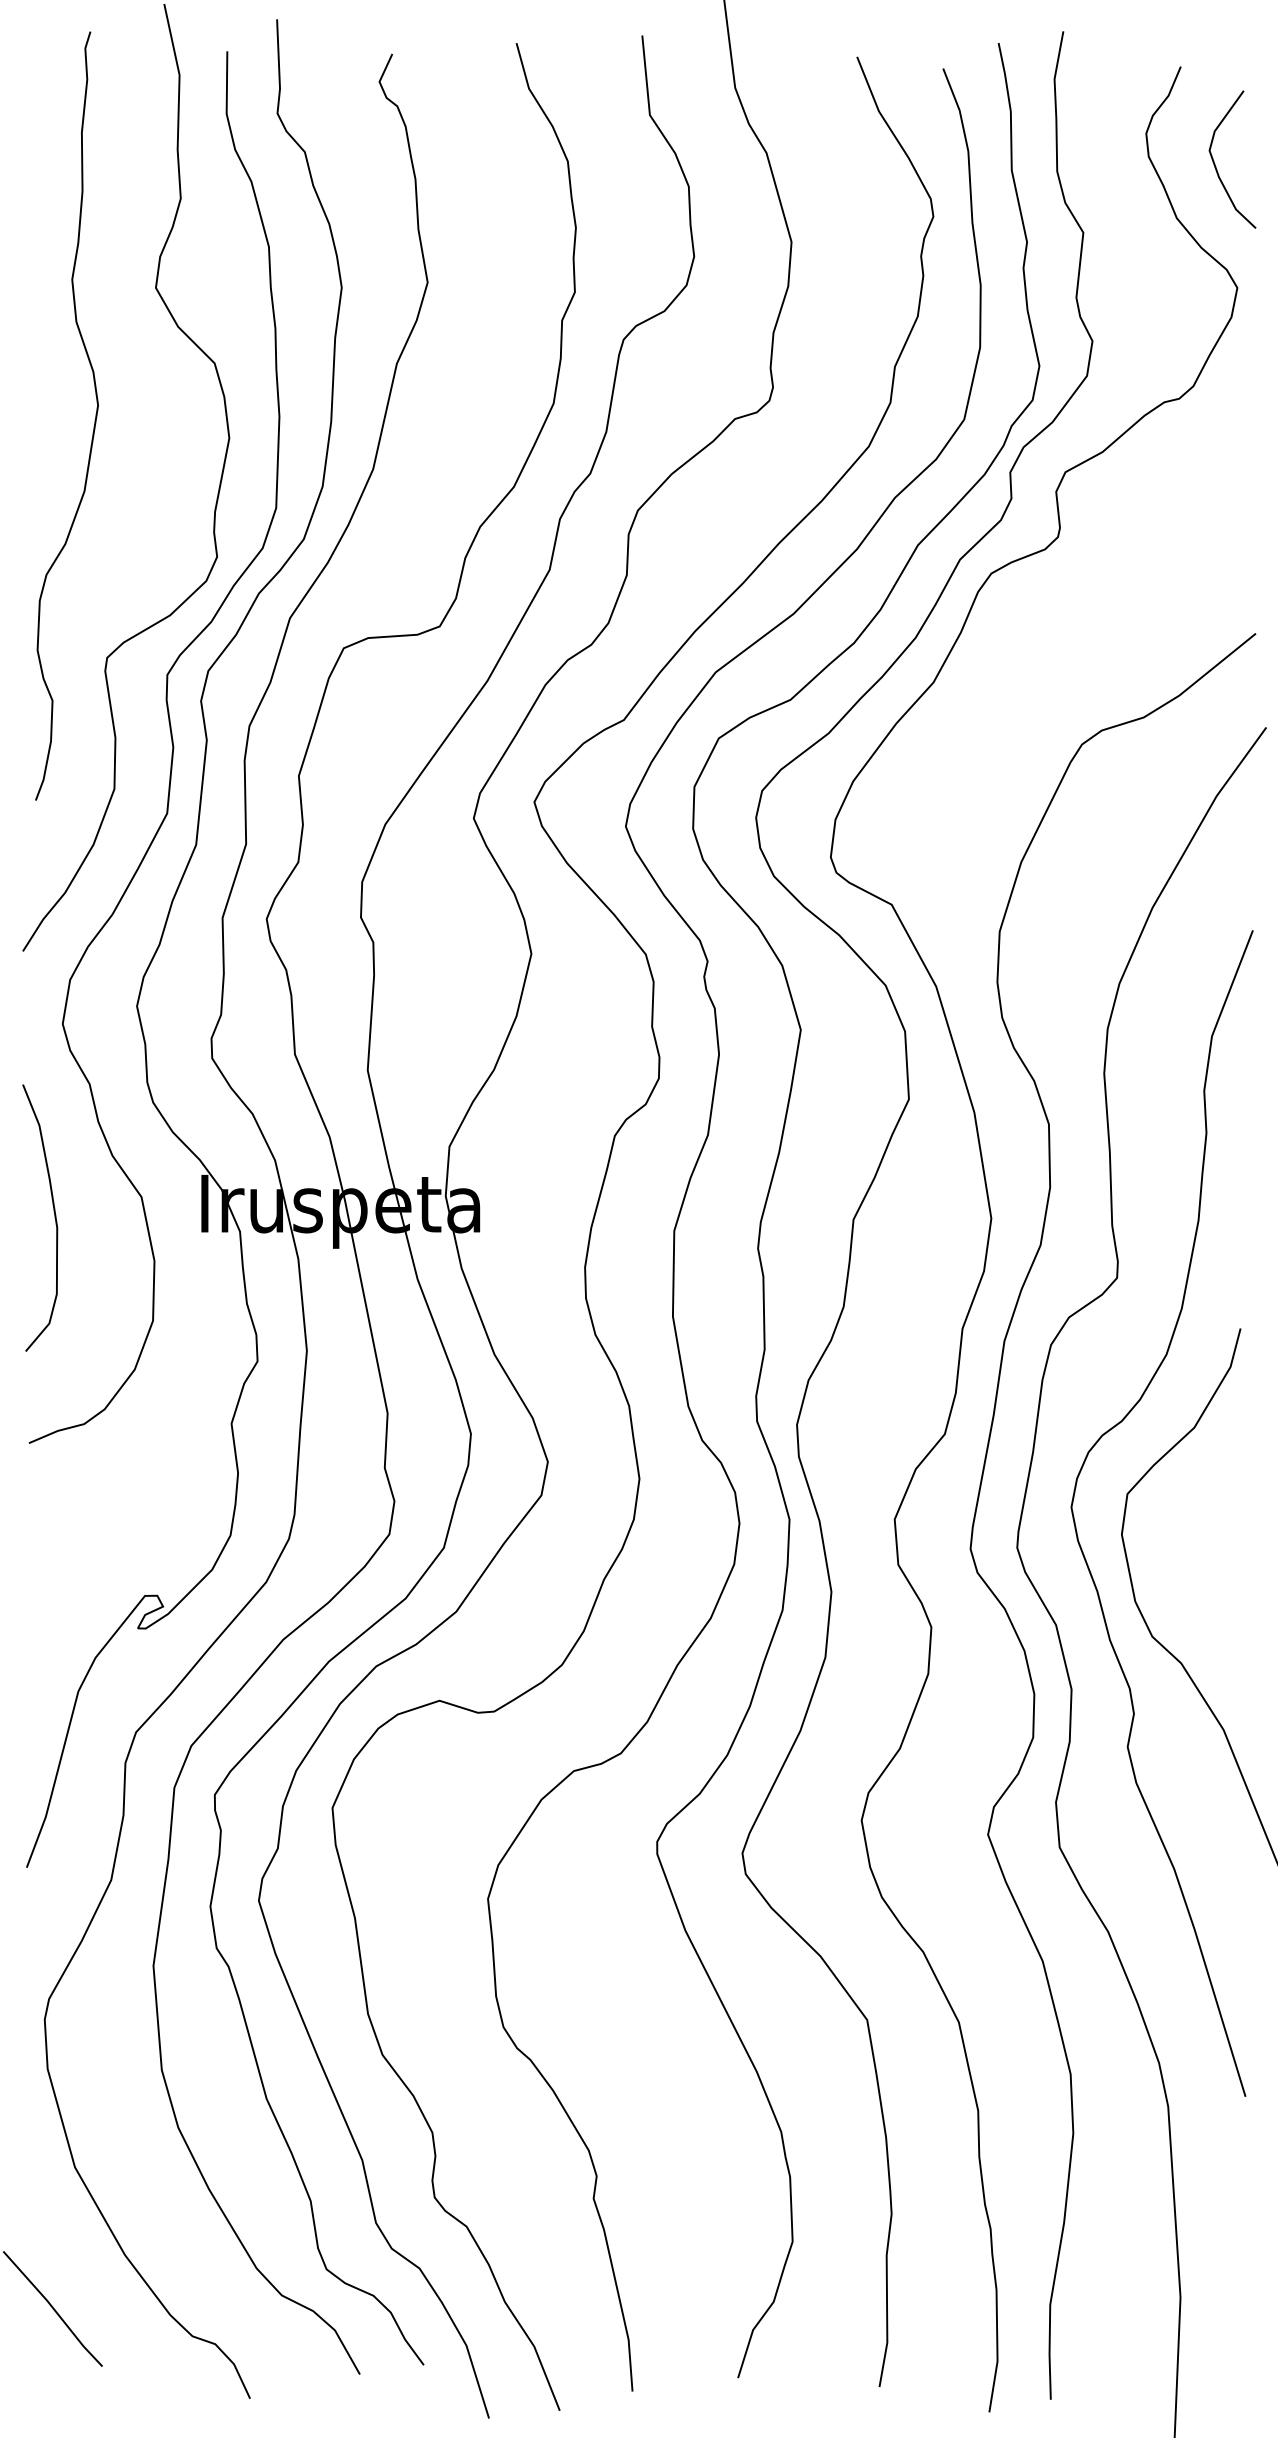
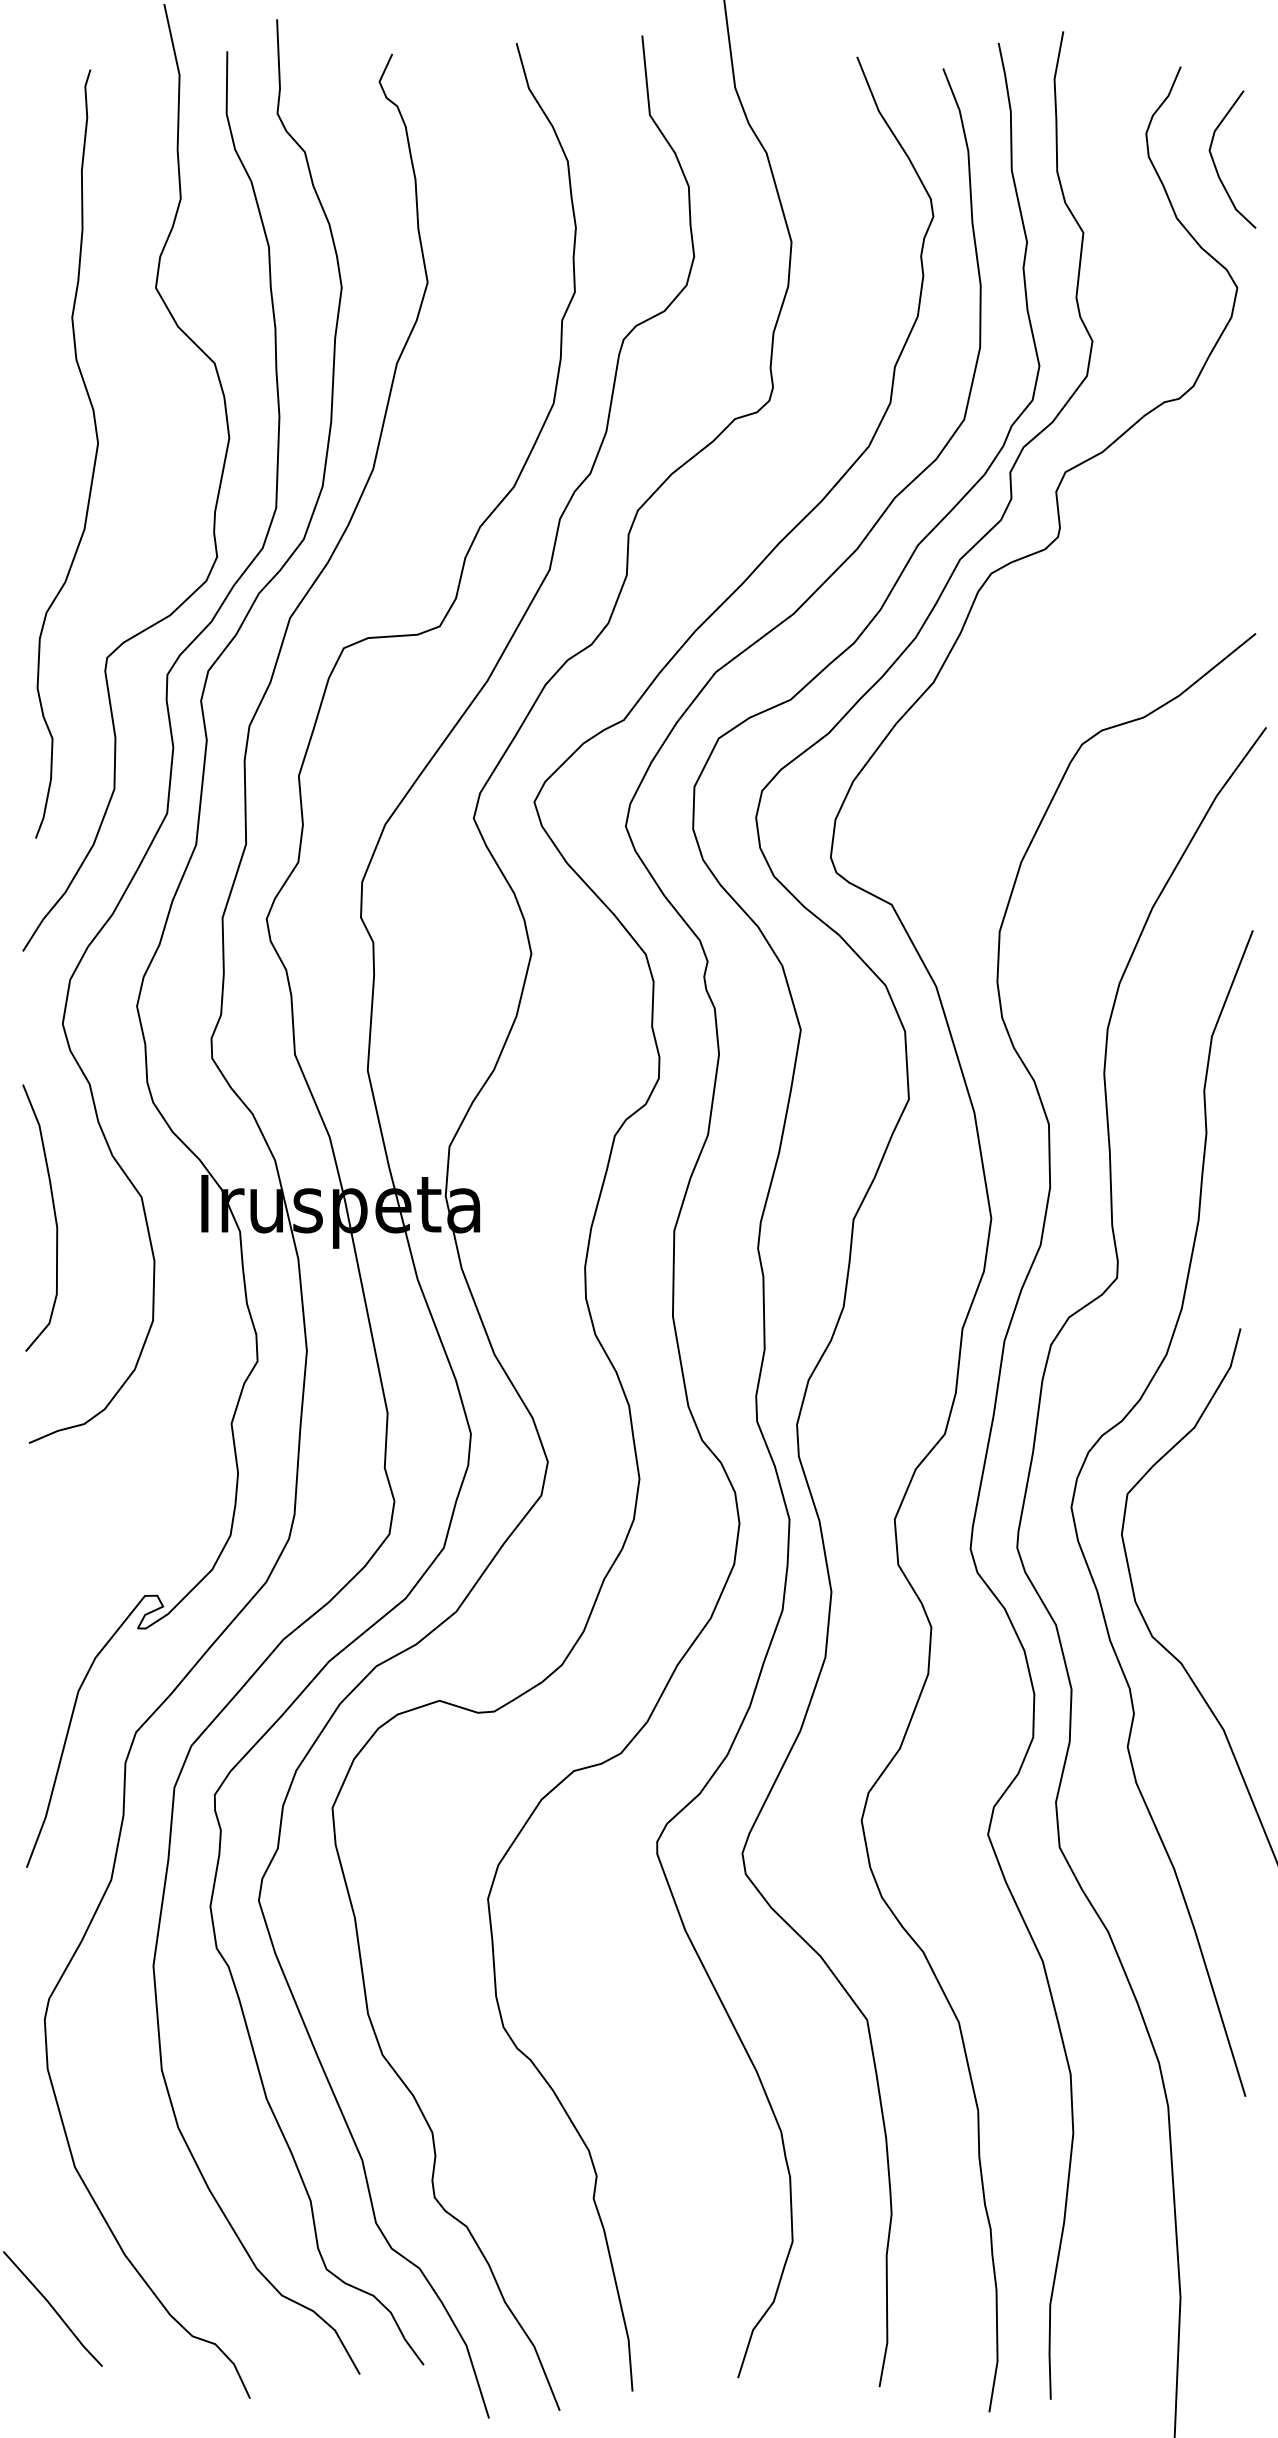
part at (94, 420) position: (94, 420) -> (94, 458)
